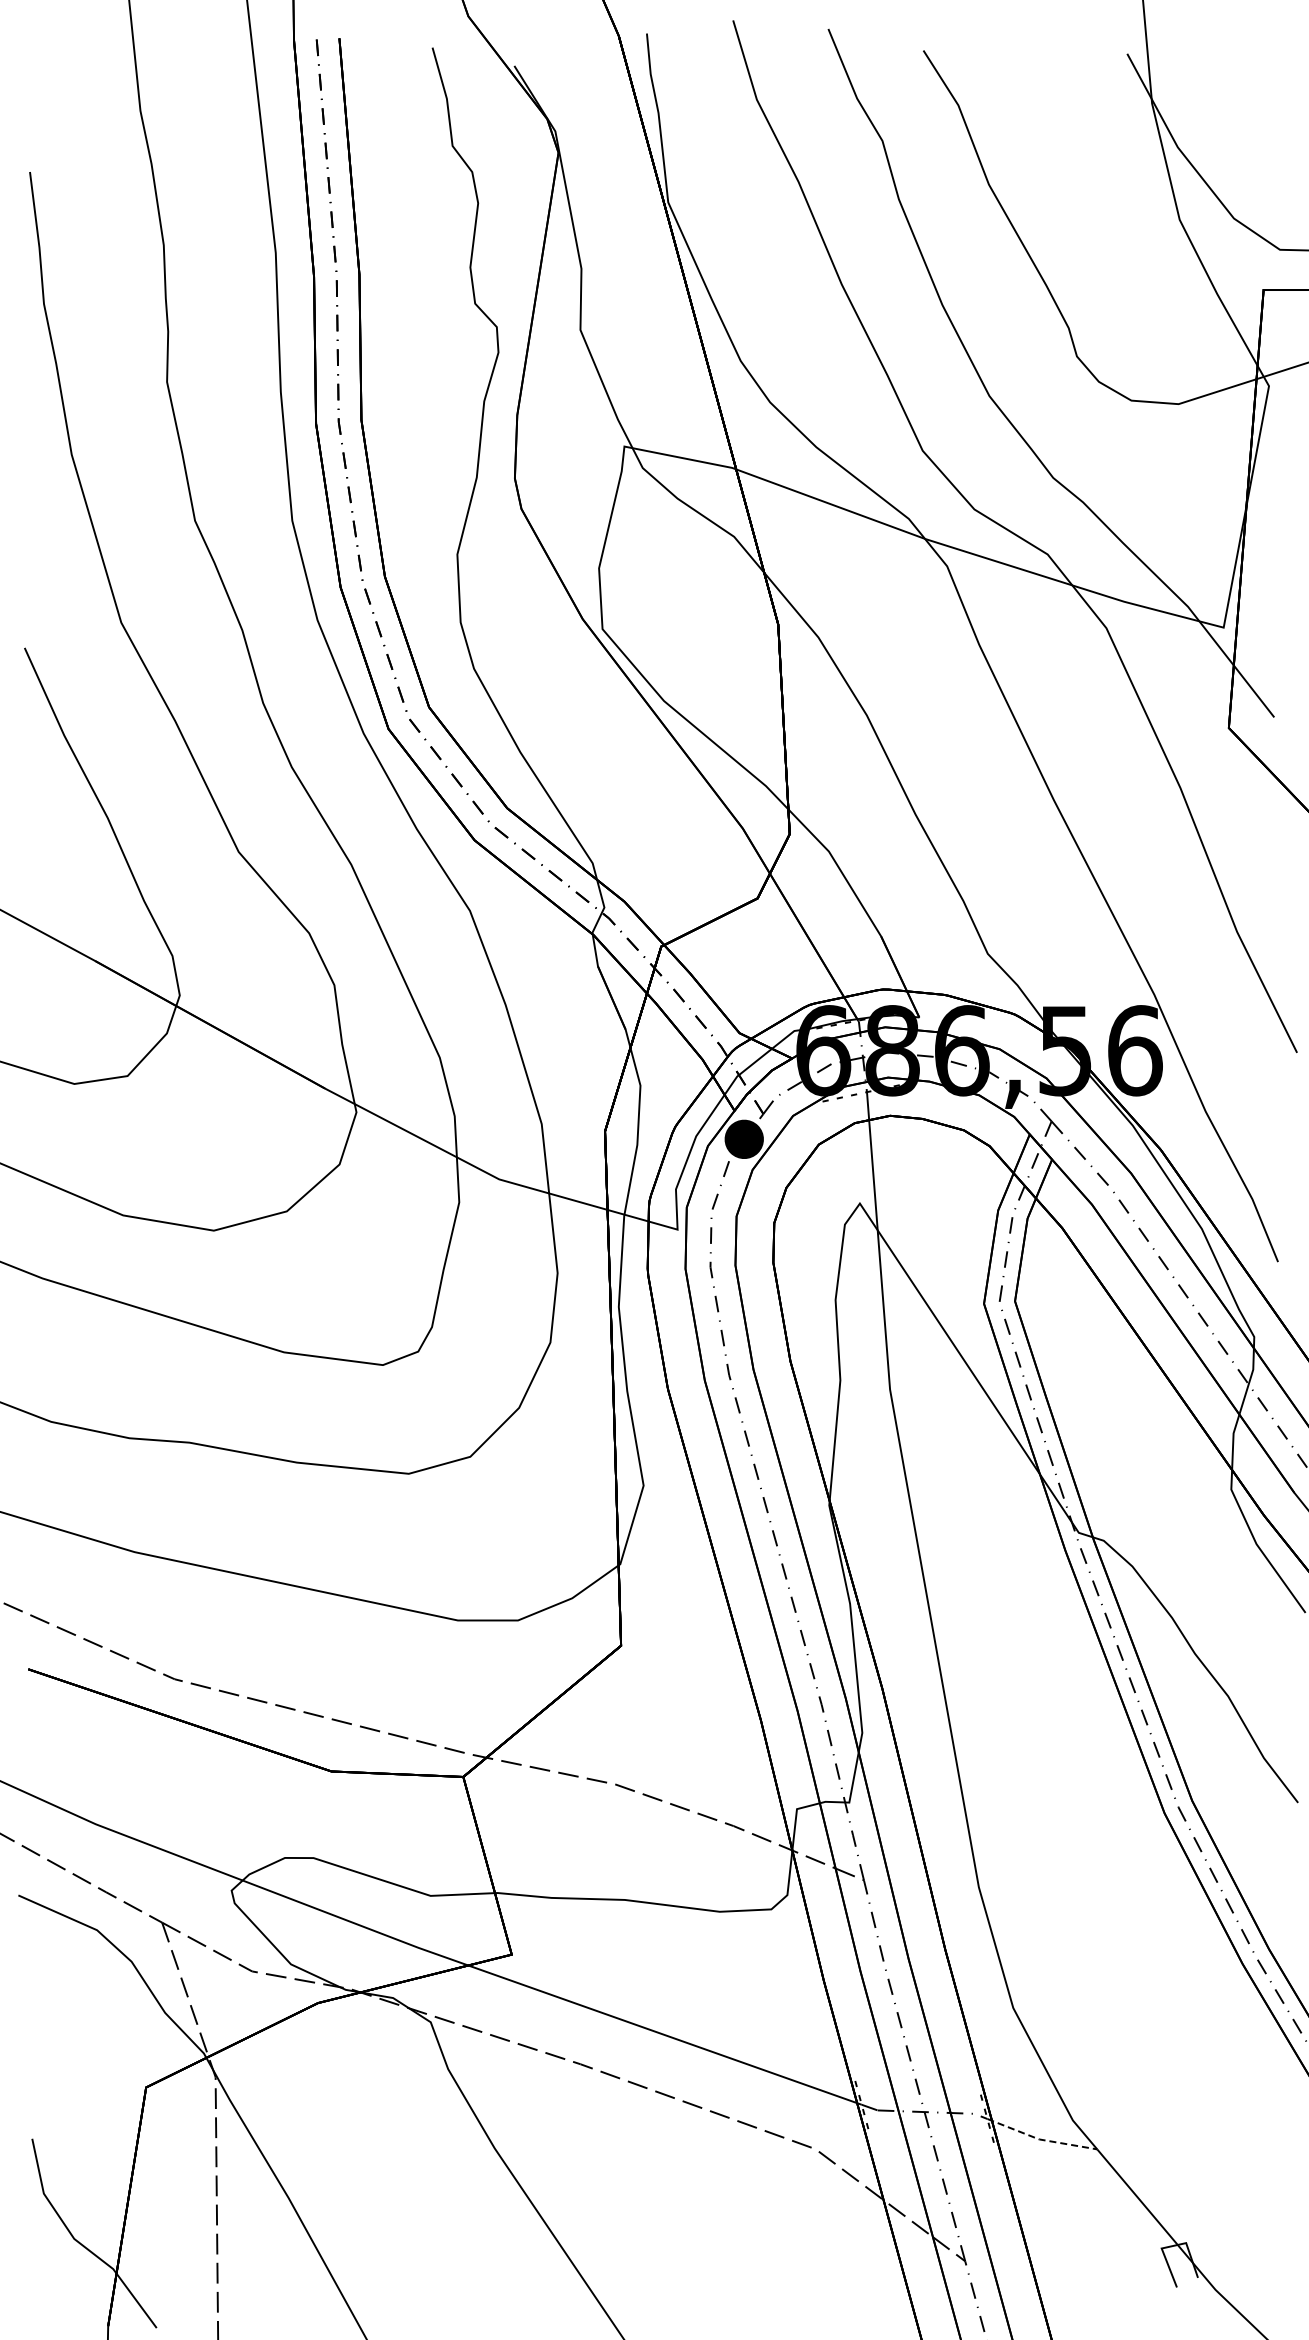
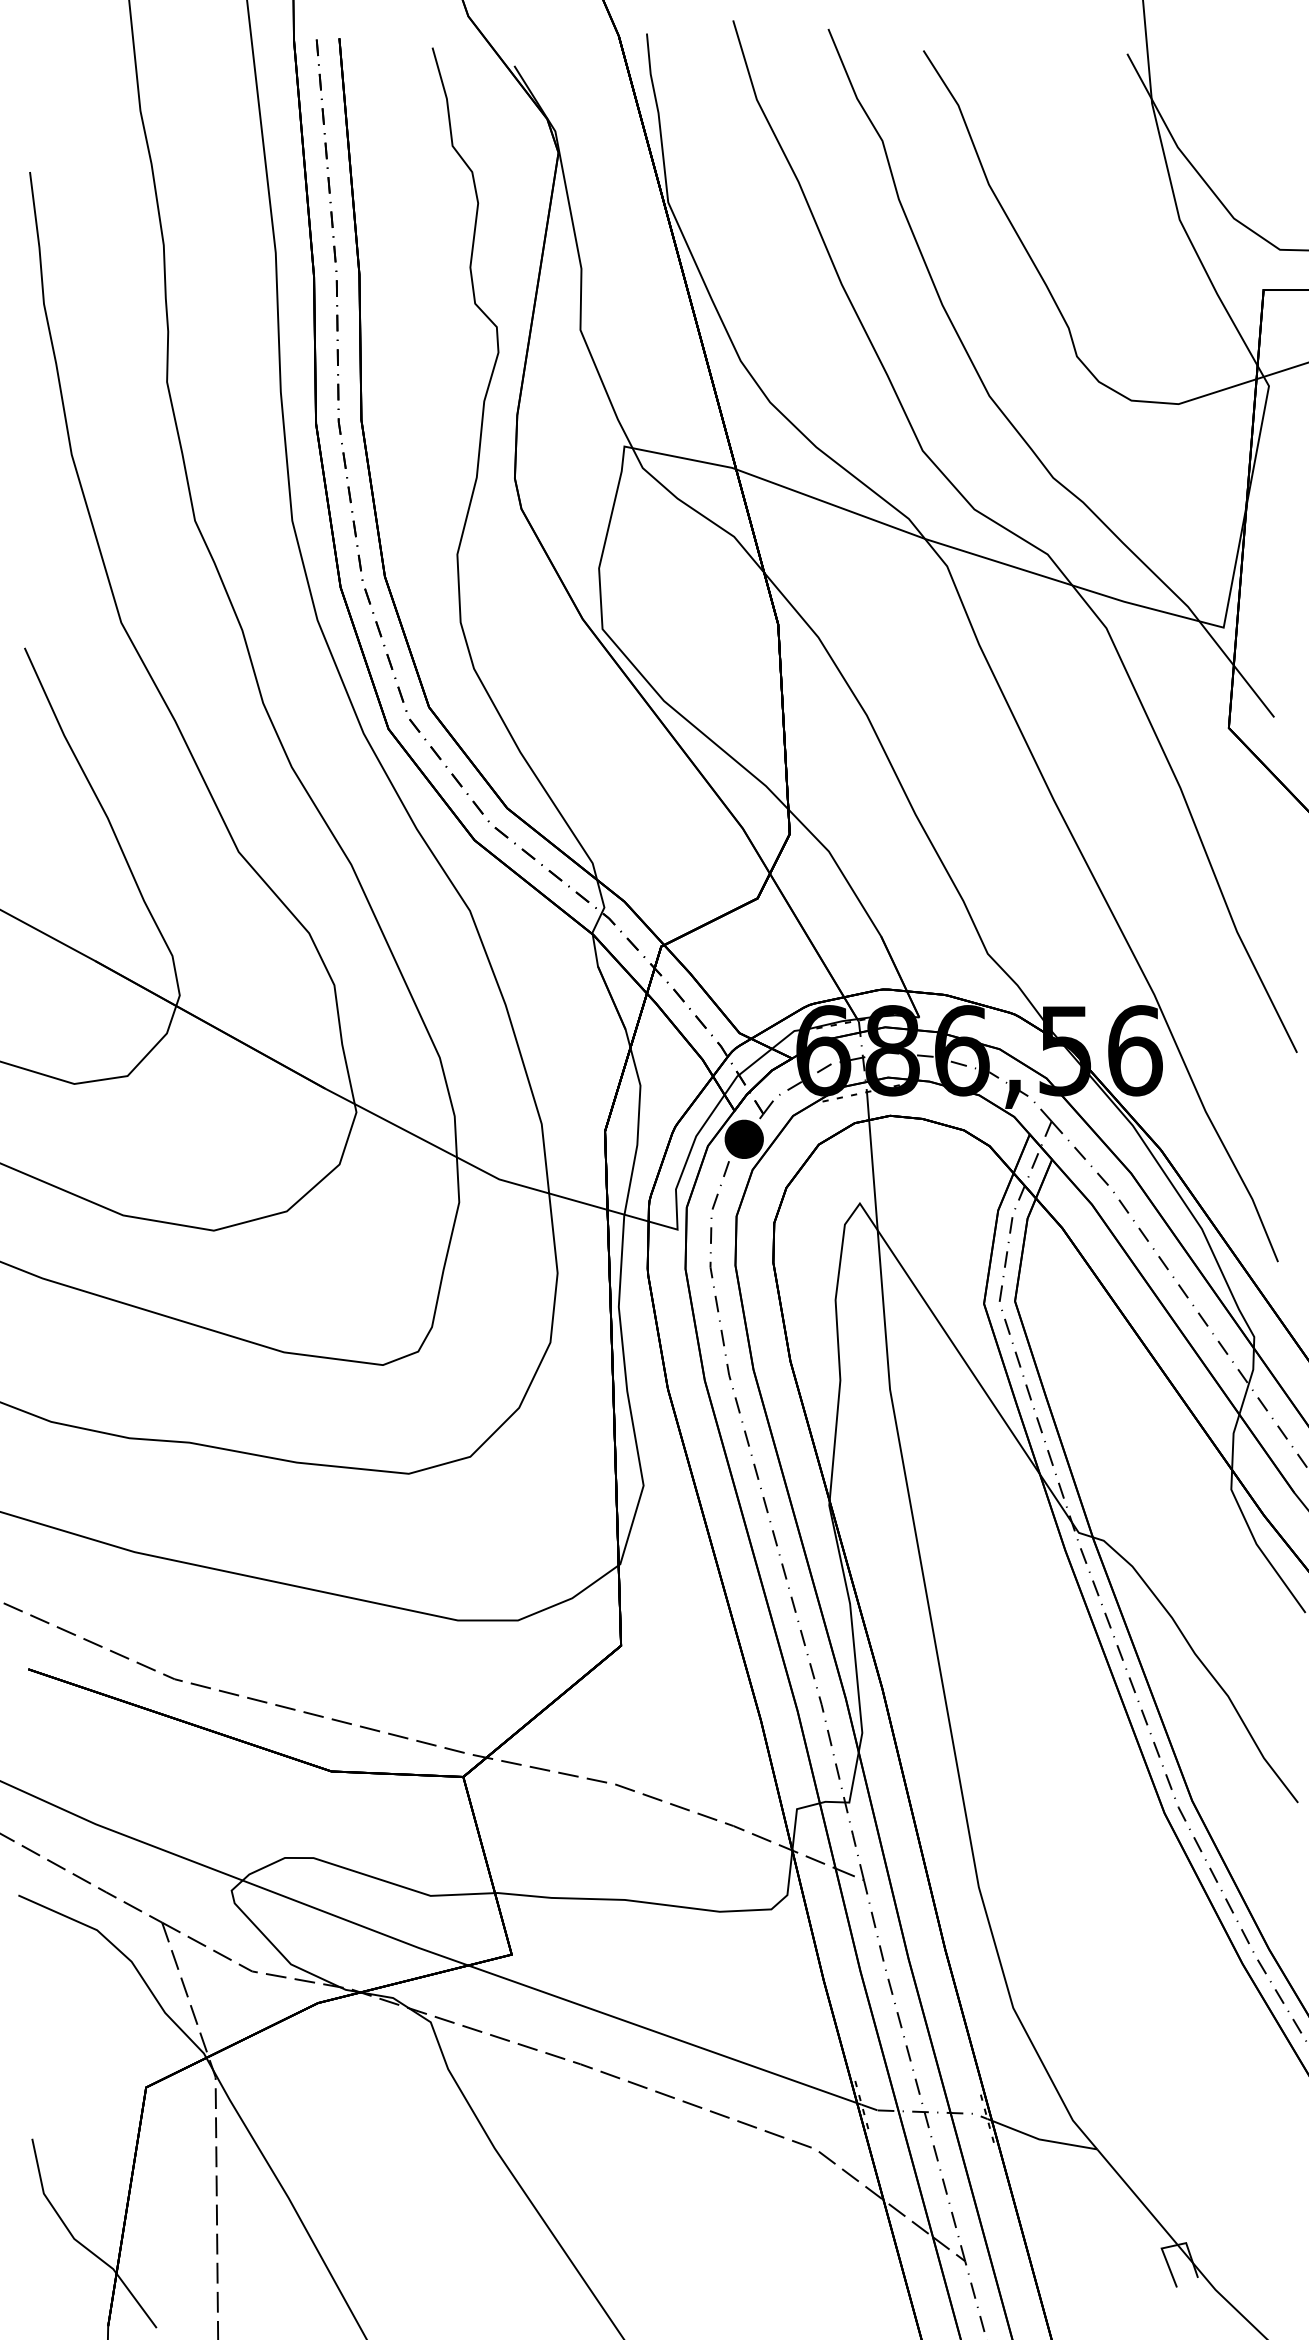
line at (1040, 2139): dashed -> solid
